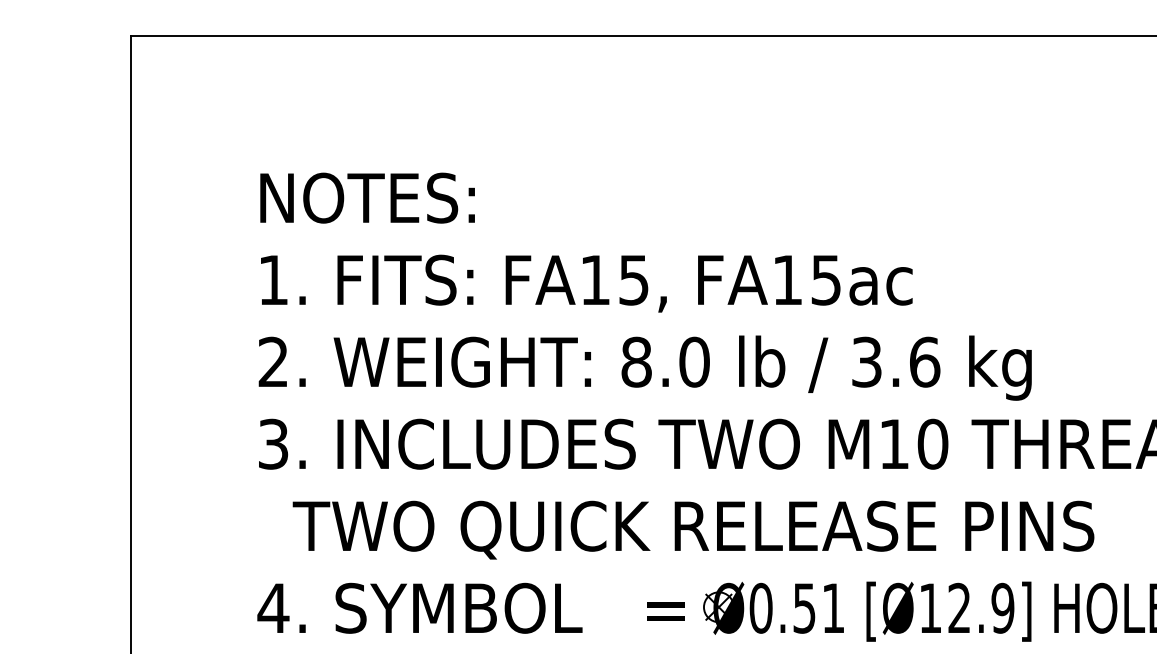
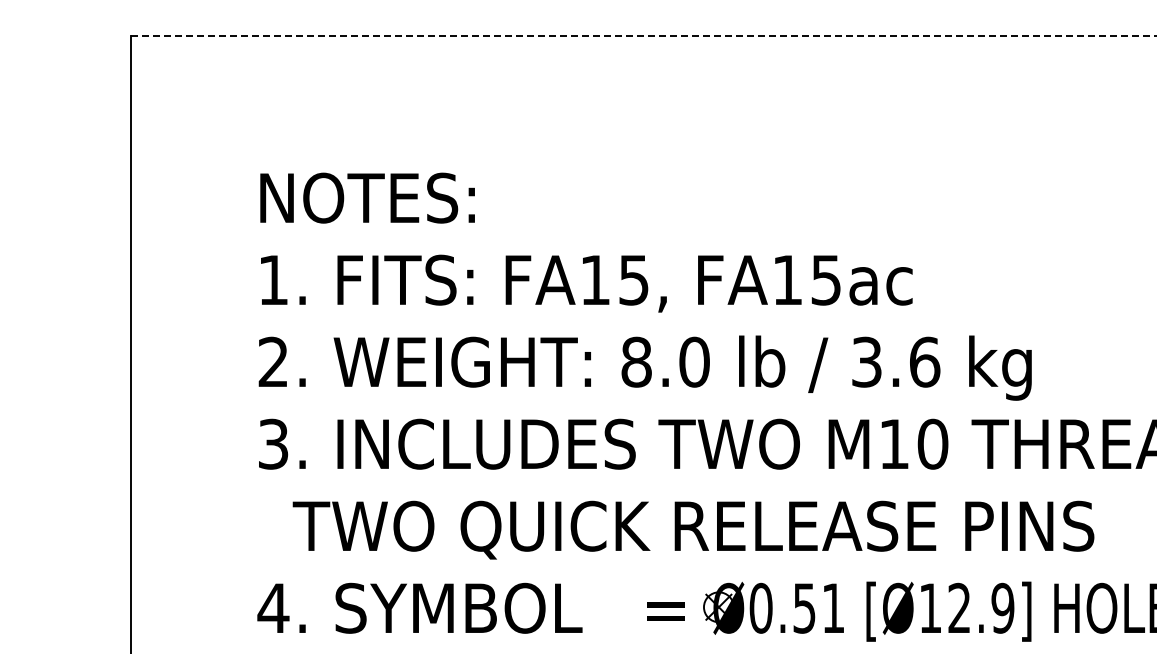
line at (644, 35): solid -> dashed
